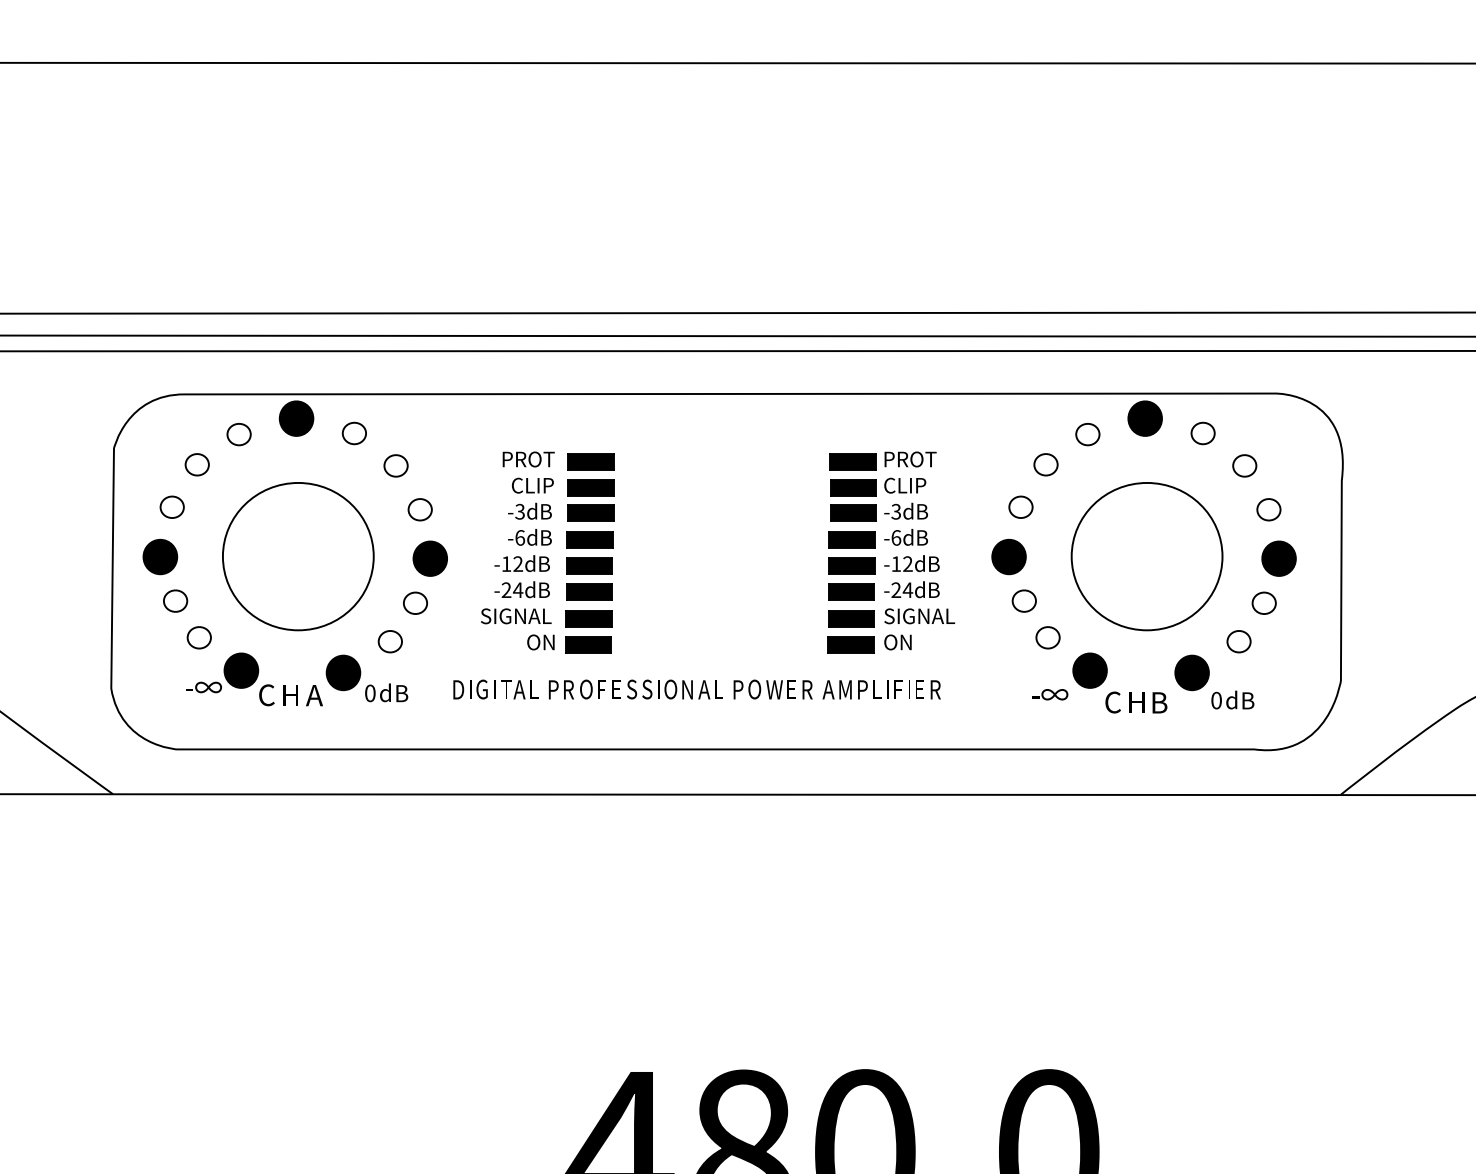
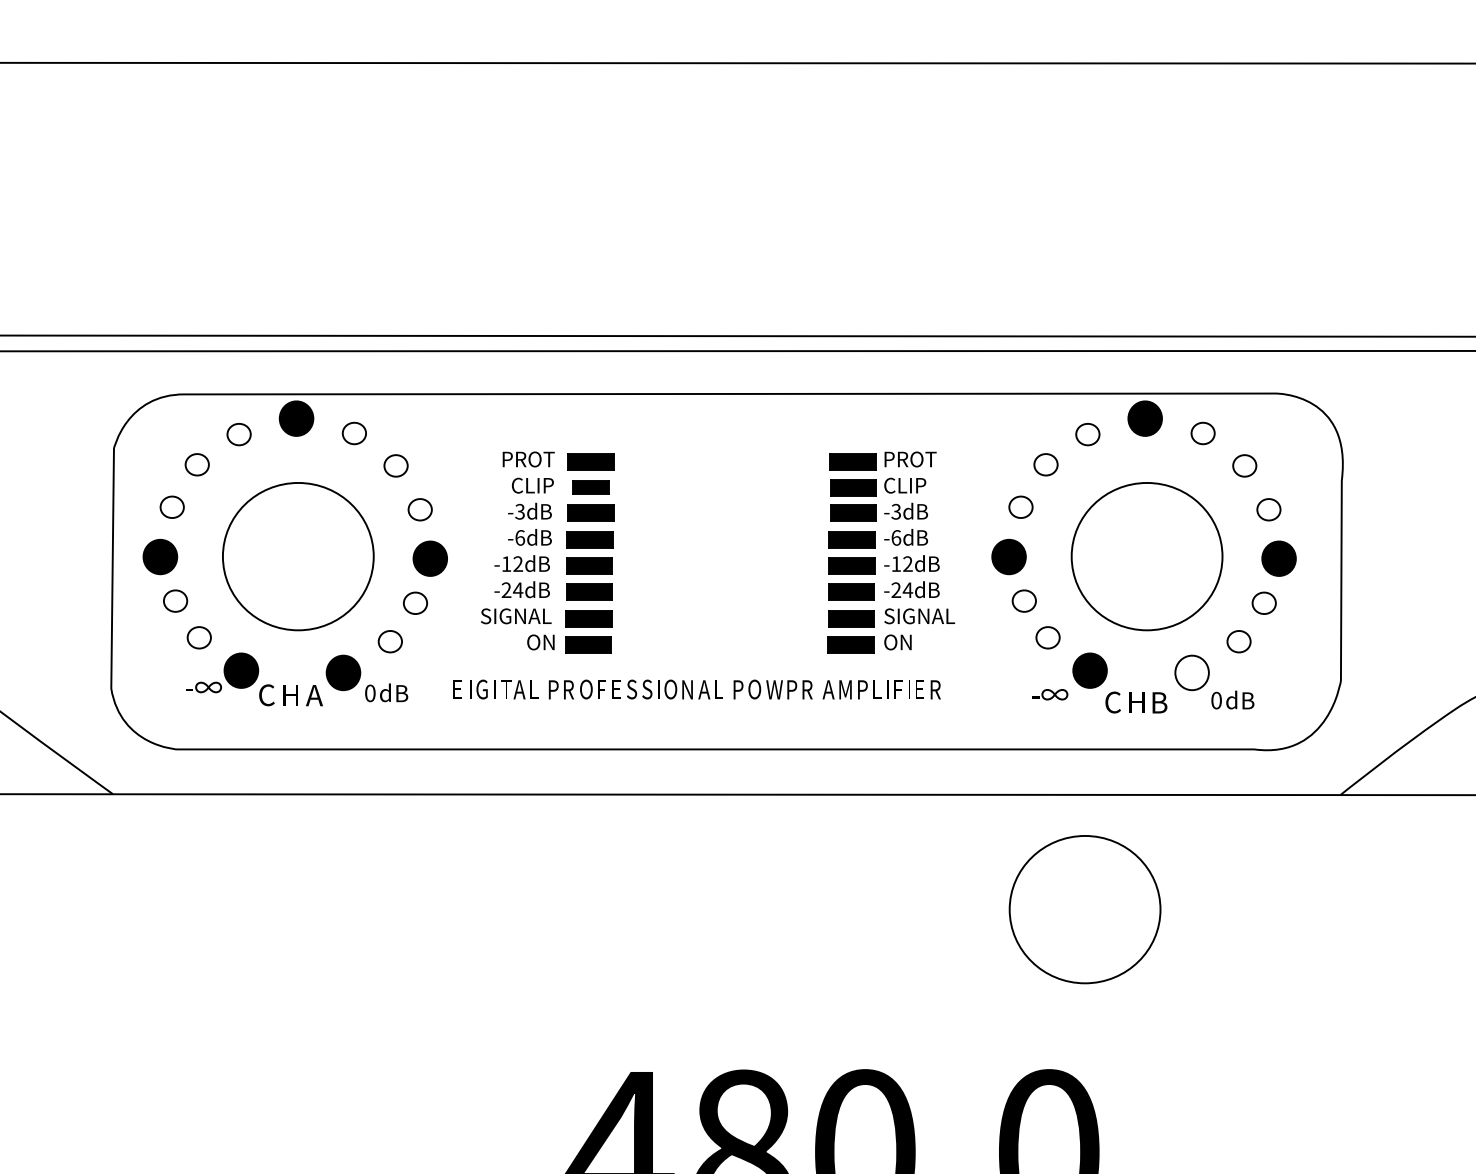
line at (737, 312): present -> none
part at (590, 487) size: 48x18 px -> 38x15 px
fill at (1191, 672): present -> none
text at (458, 689): D -> E
text at (792, 689): E -> P
part at (1084, 909): none -> present
